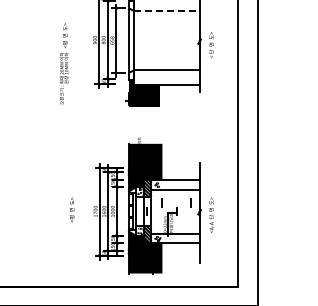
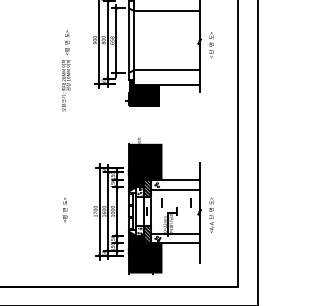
line at (166, 10): dashed -> solid
text at (64, 63) position: (64, 63) -> (66, 70)
text at (72, 209) position: (72, 209) -> (65, 209)
